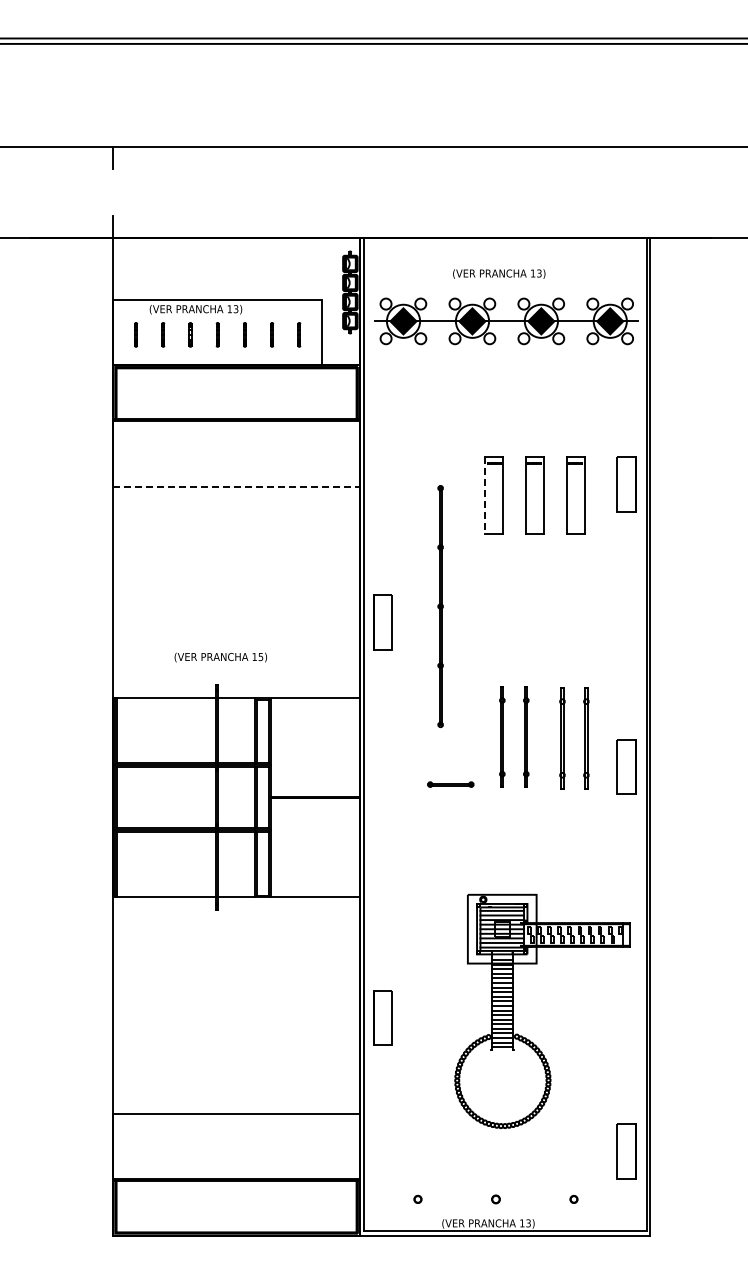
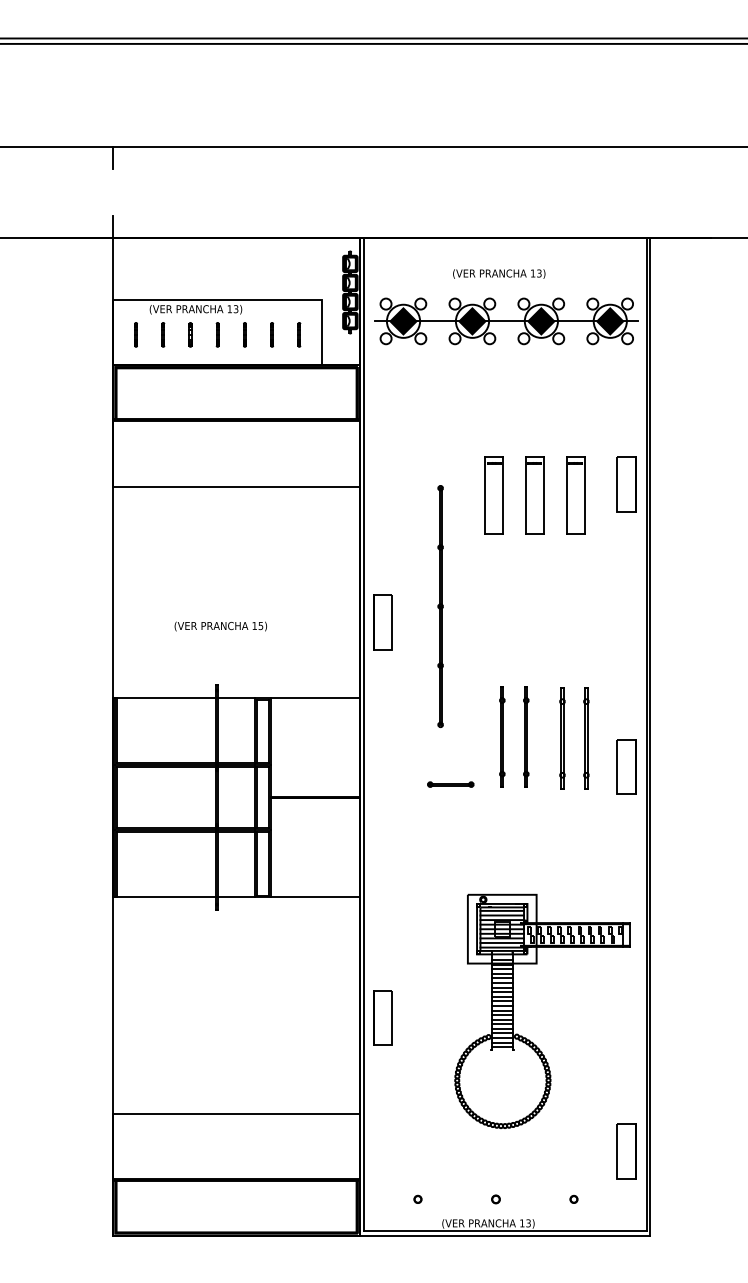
line at (237, 486): dashed -> solid
line at (485, 496): dashed -> solid
text at (220, 657) position: (220, 657) -> (220, 626)
